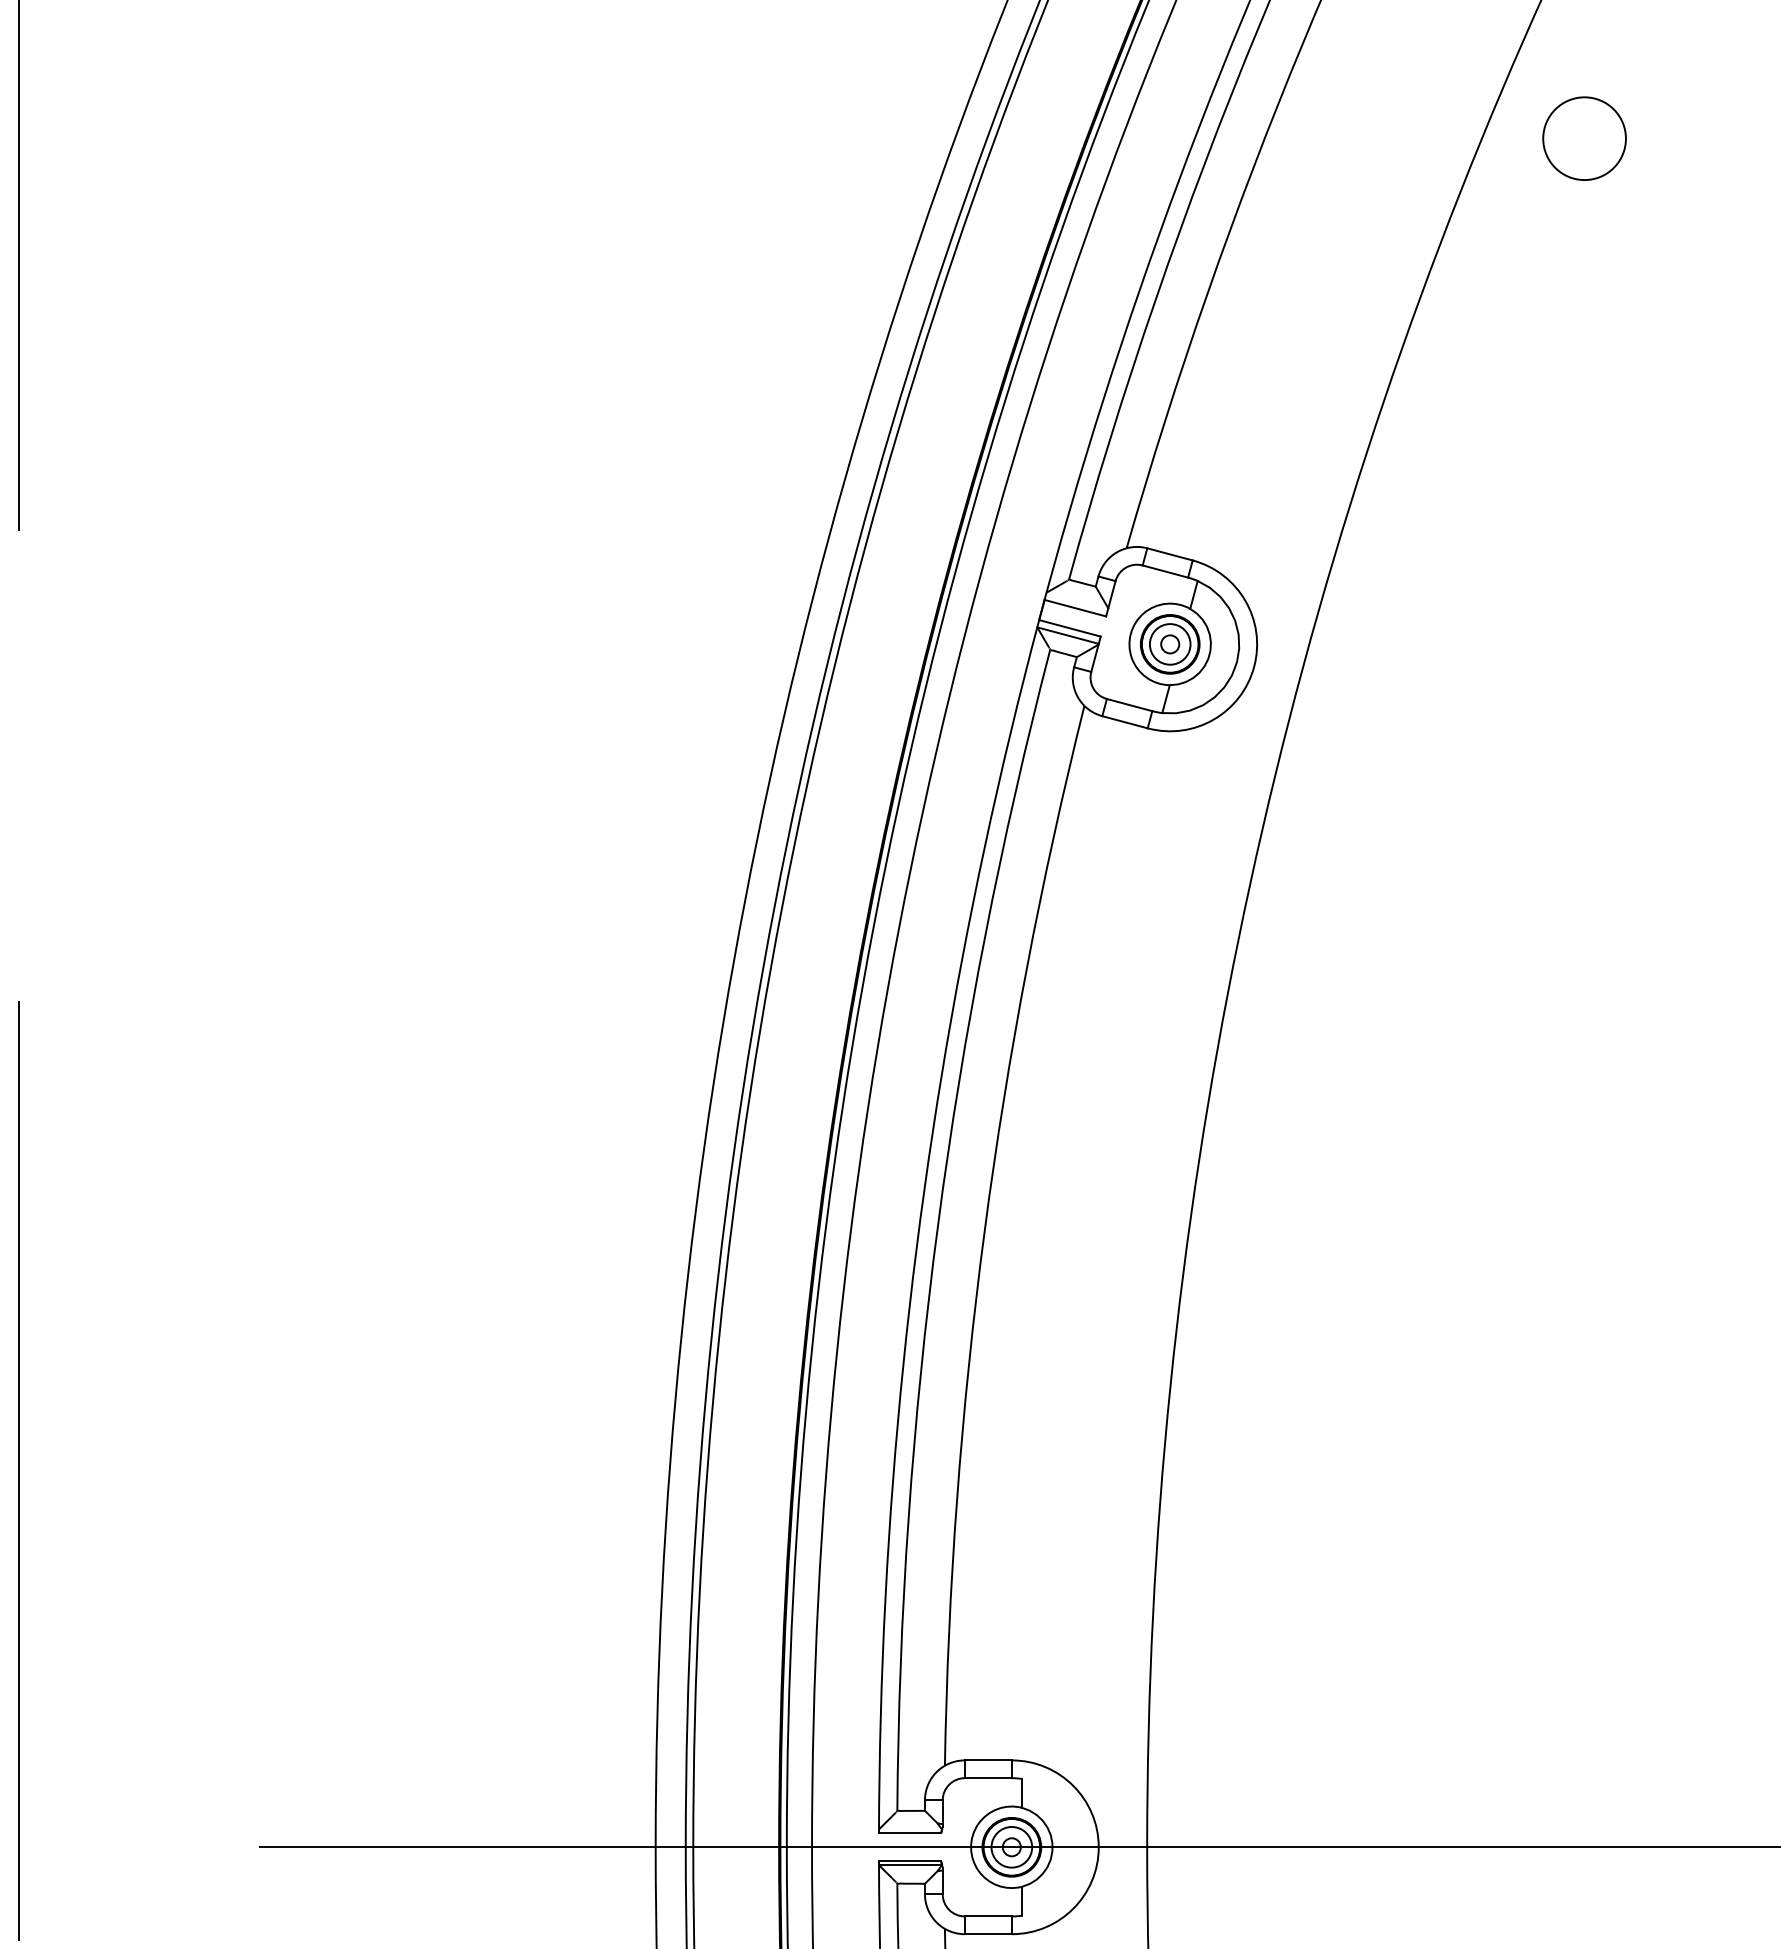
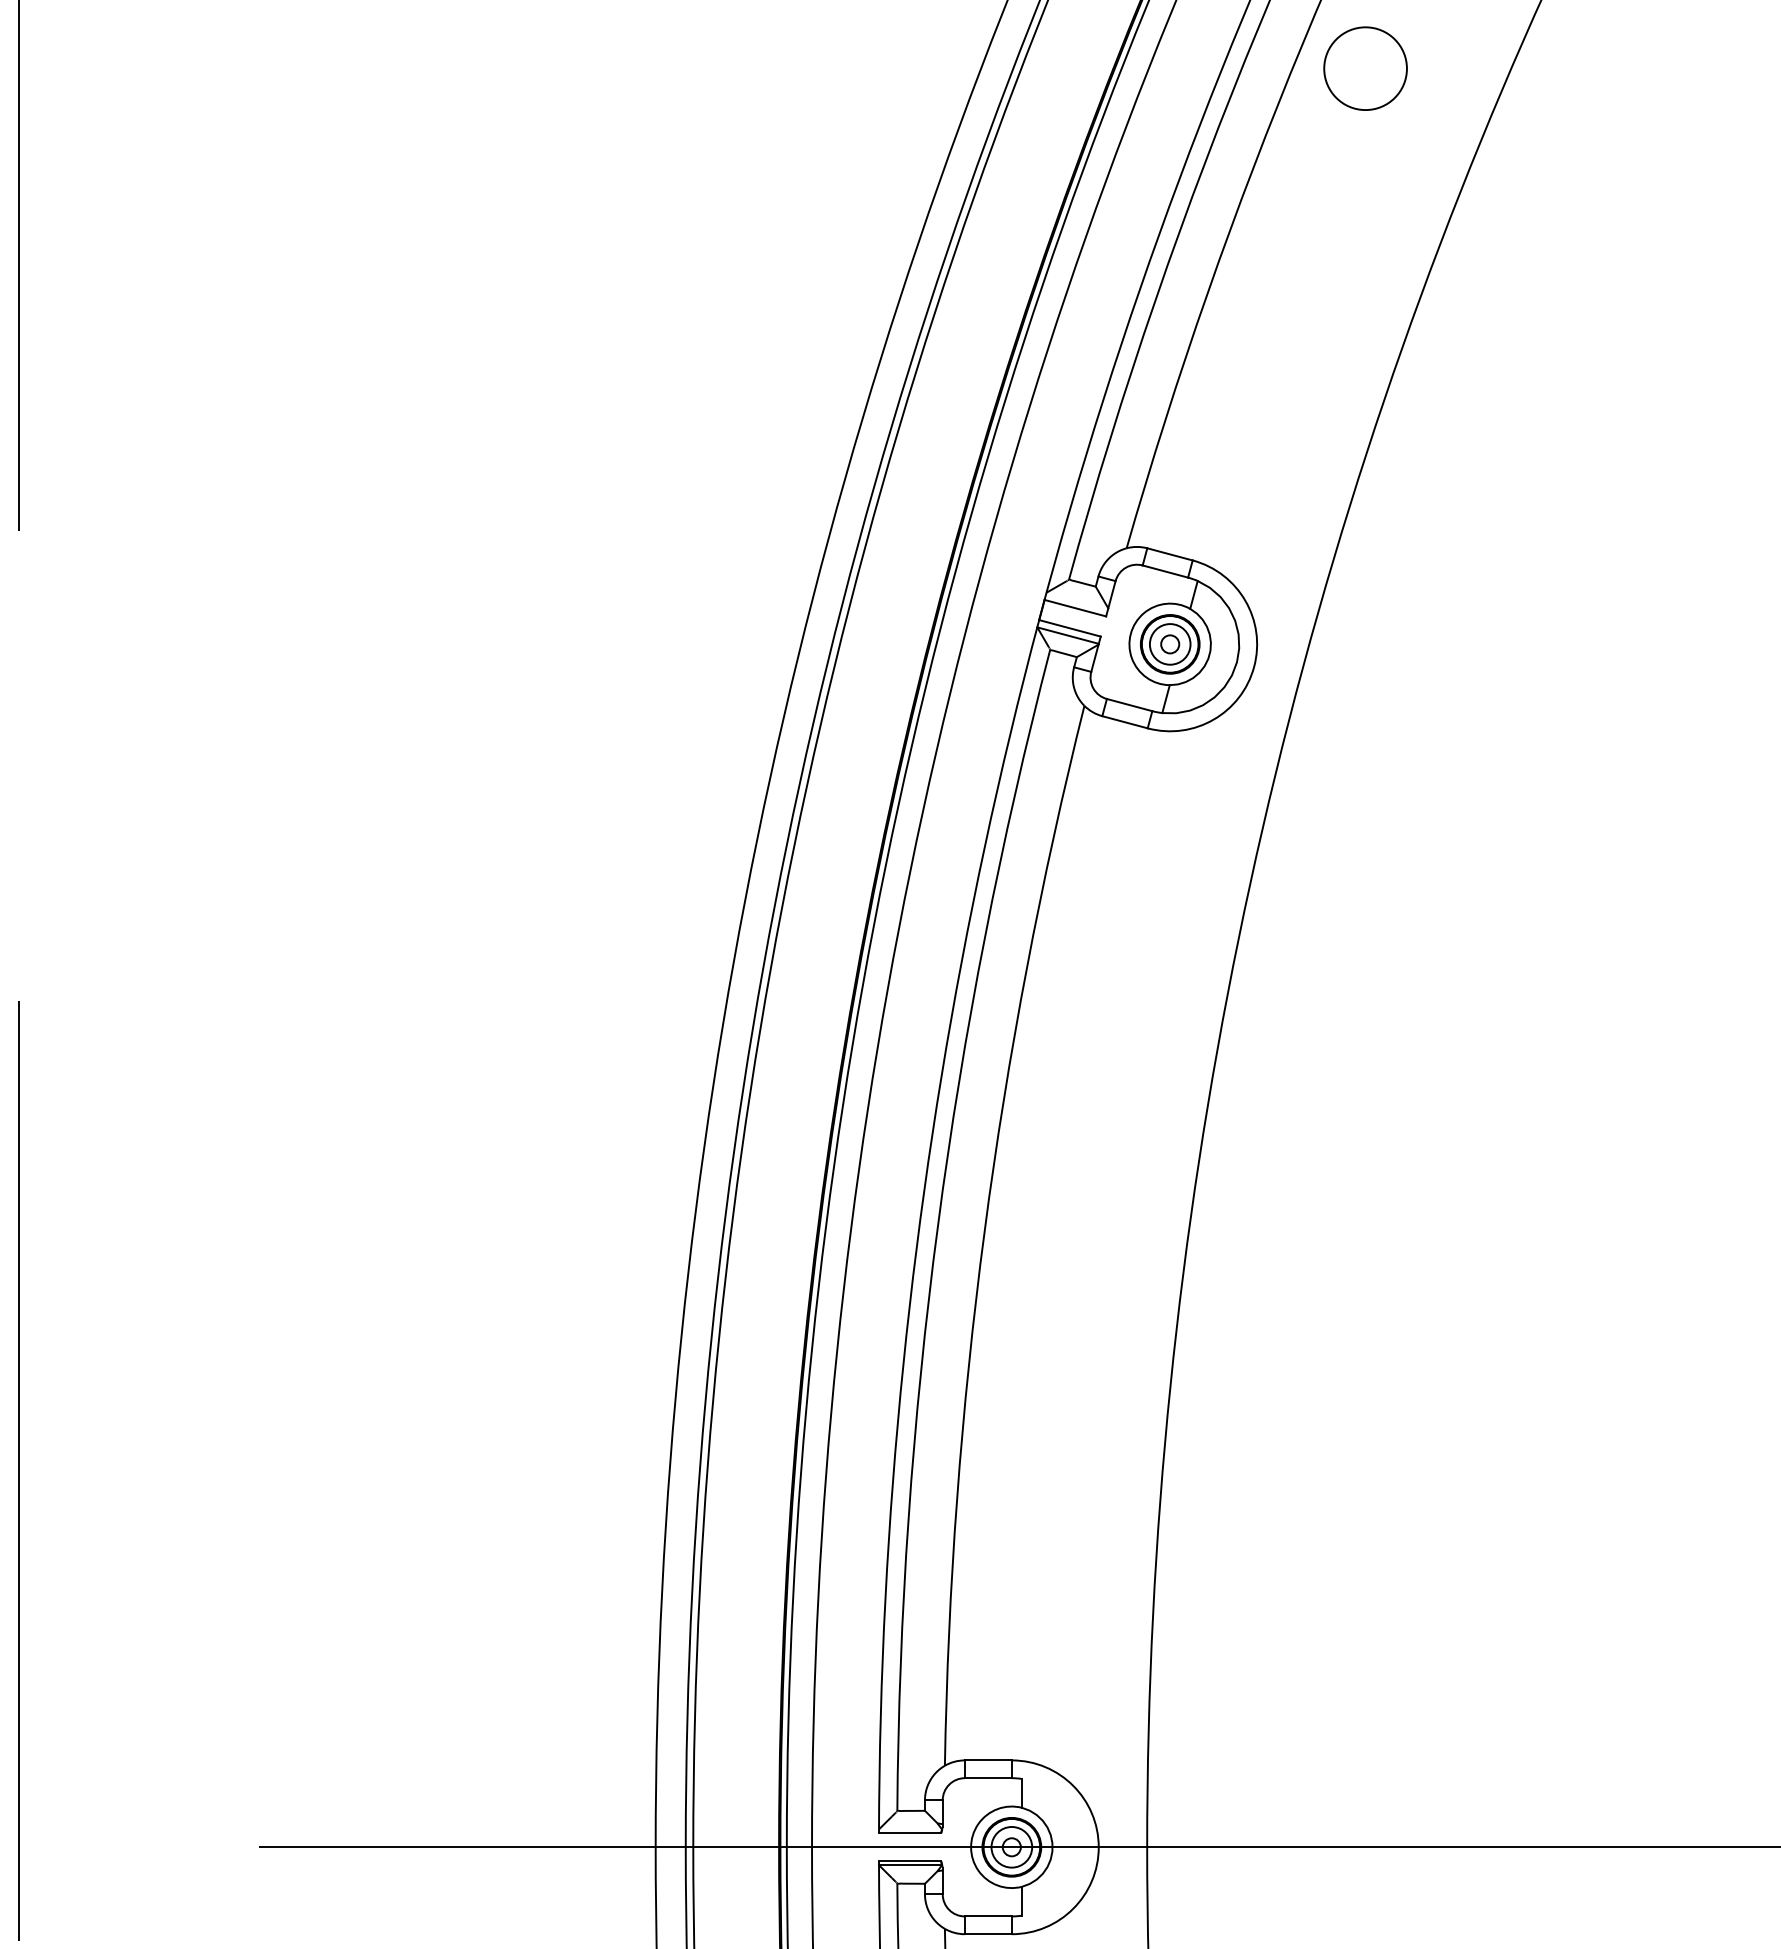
circle at (1584, 138) position: (1584, 138) -> (1365, 68)
